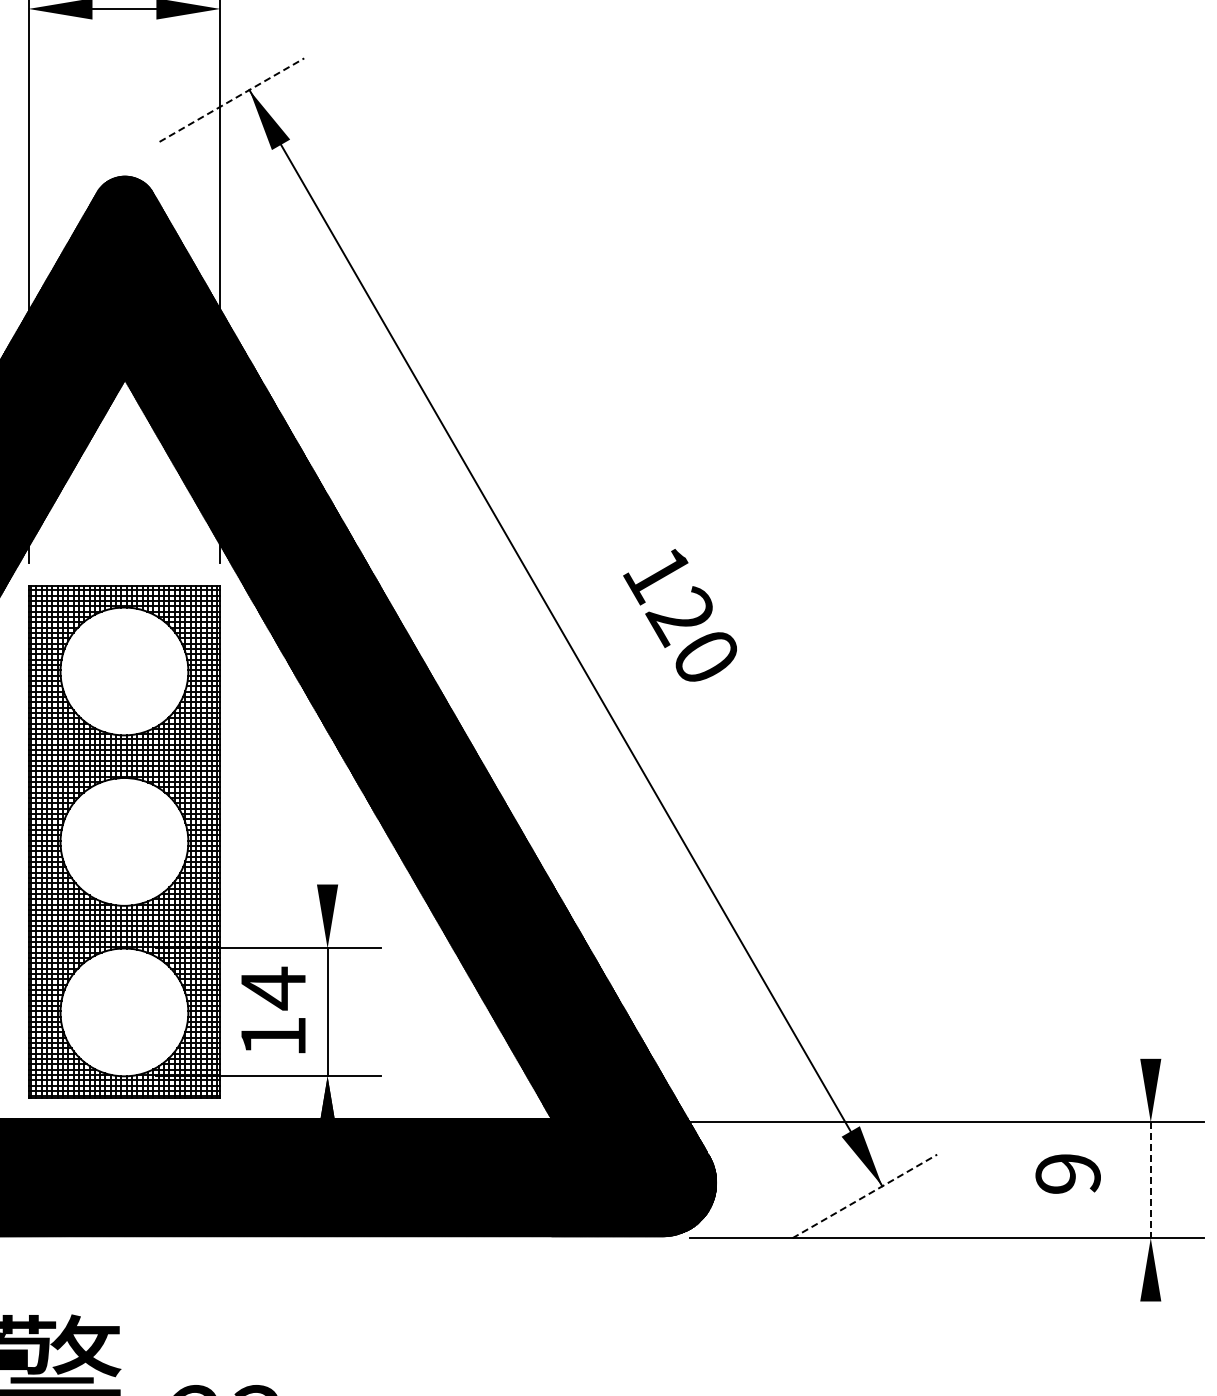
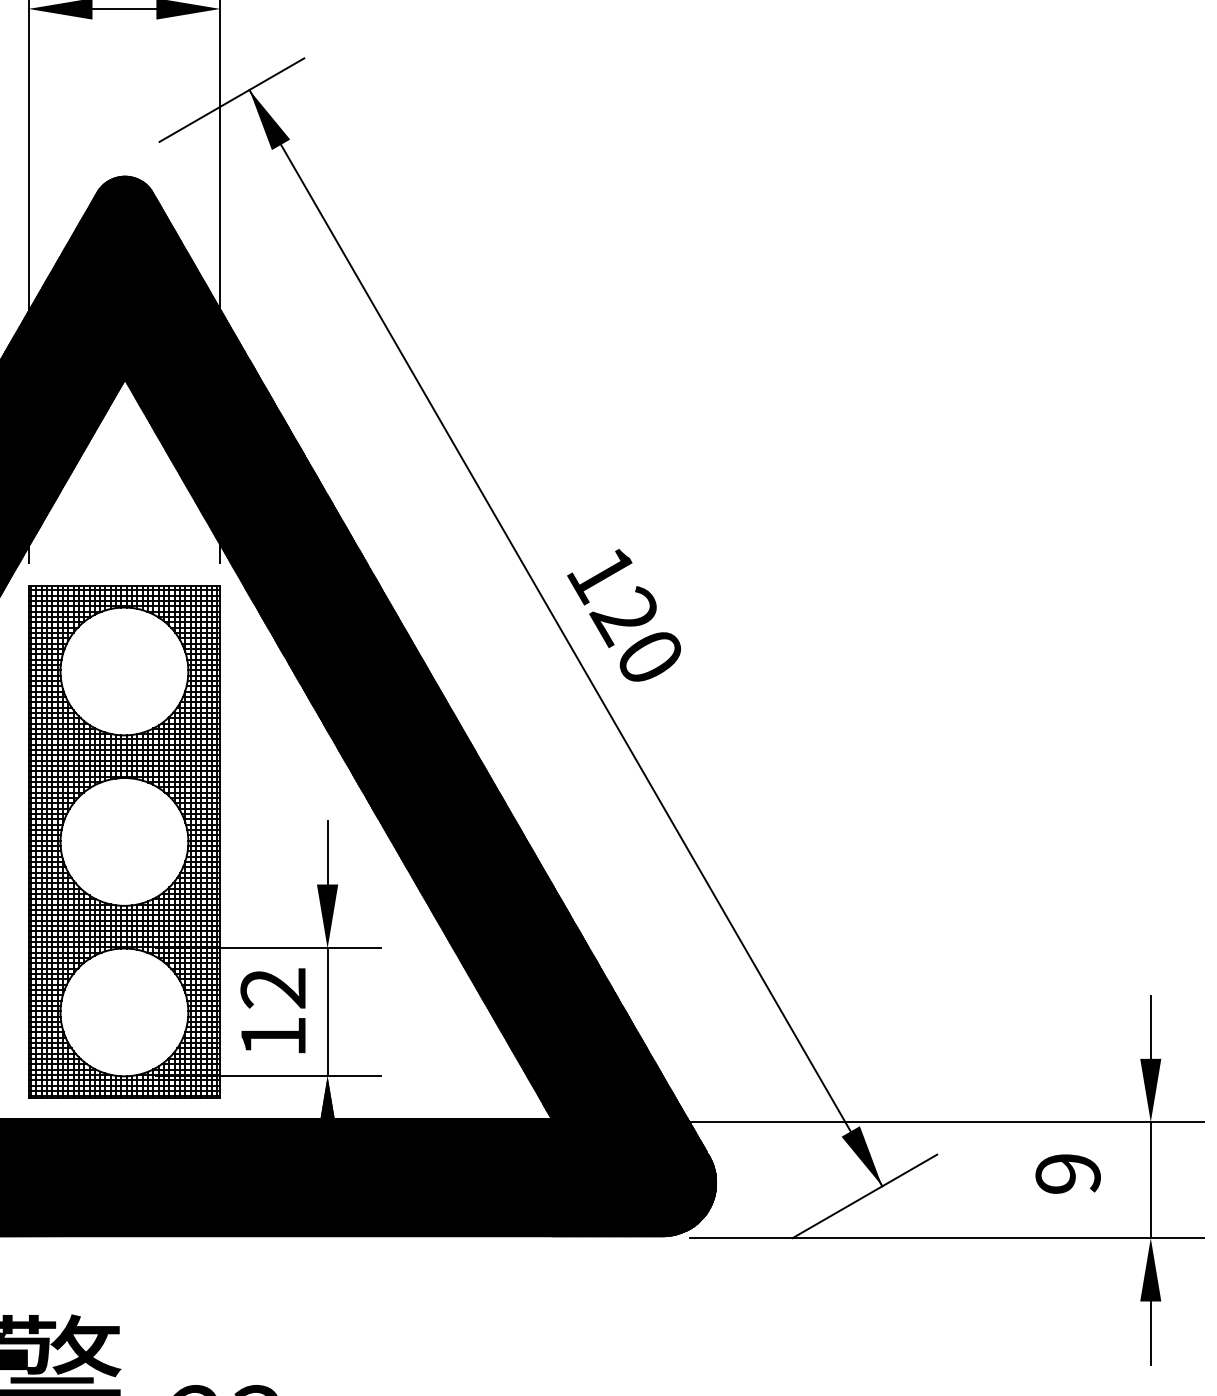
line at (231, 100): dashed -> solid
text at (679, 615) position: (679, 615) -> (623, 615)
line at (327, 852): none -> present
text at (272, 988): 14 -> 12
line at (1150, 1026): none -> present
line at (1150, 1180): dashed -> solid
line at (864, 1196): dashed -> solid
line at (1150, 1332): none -> present
